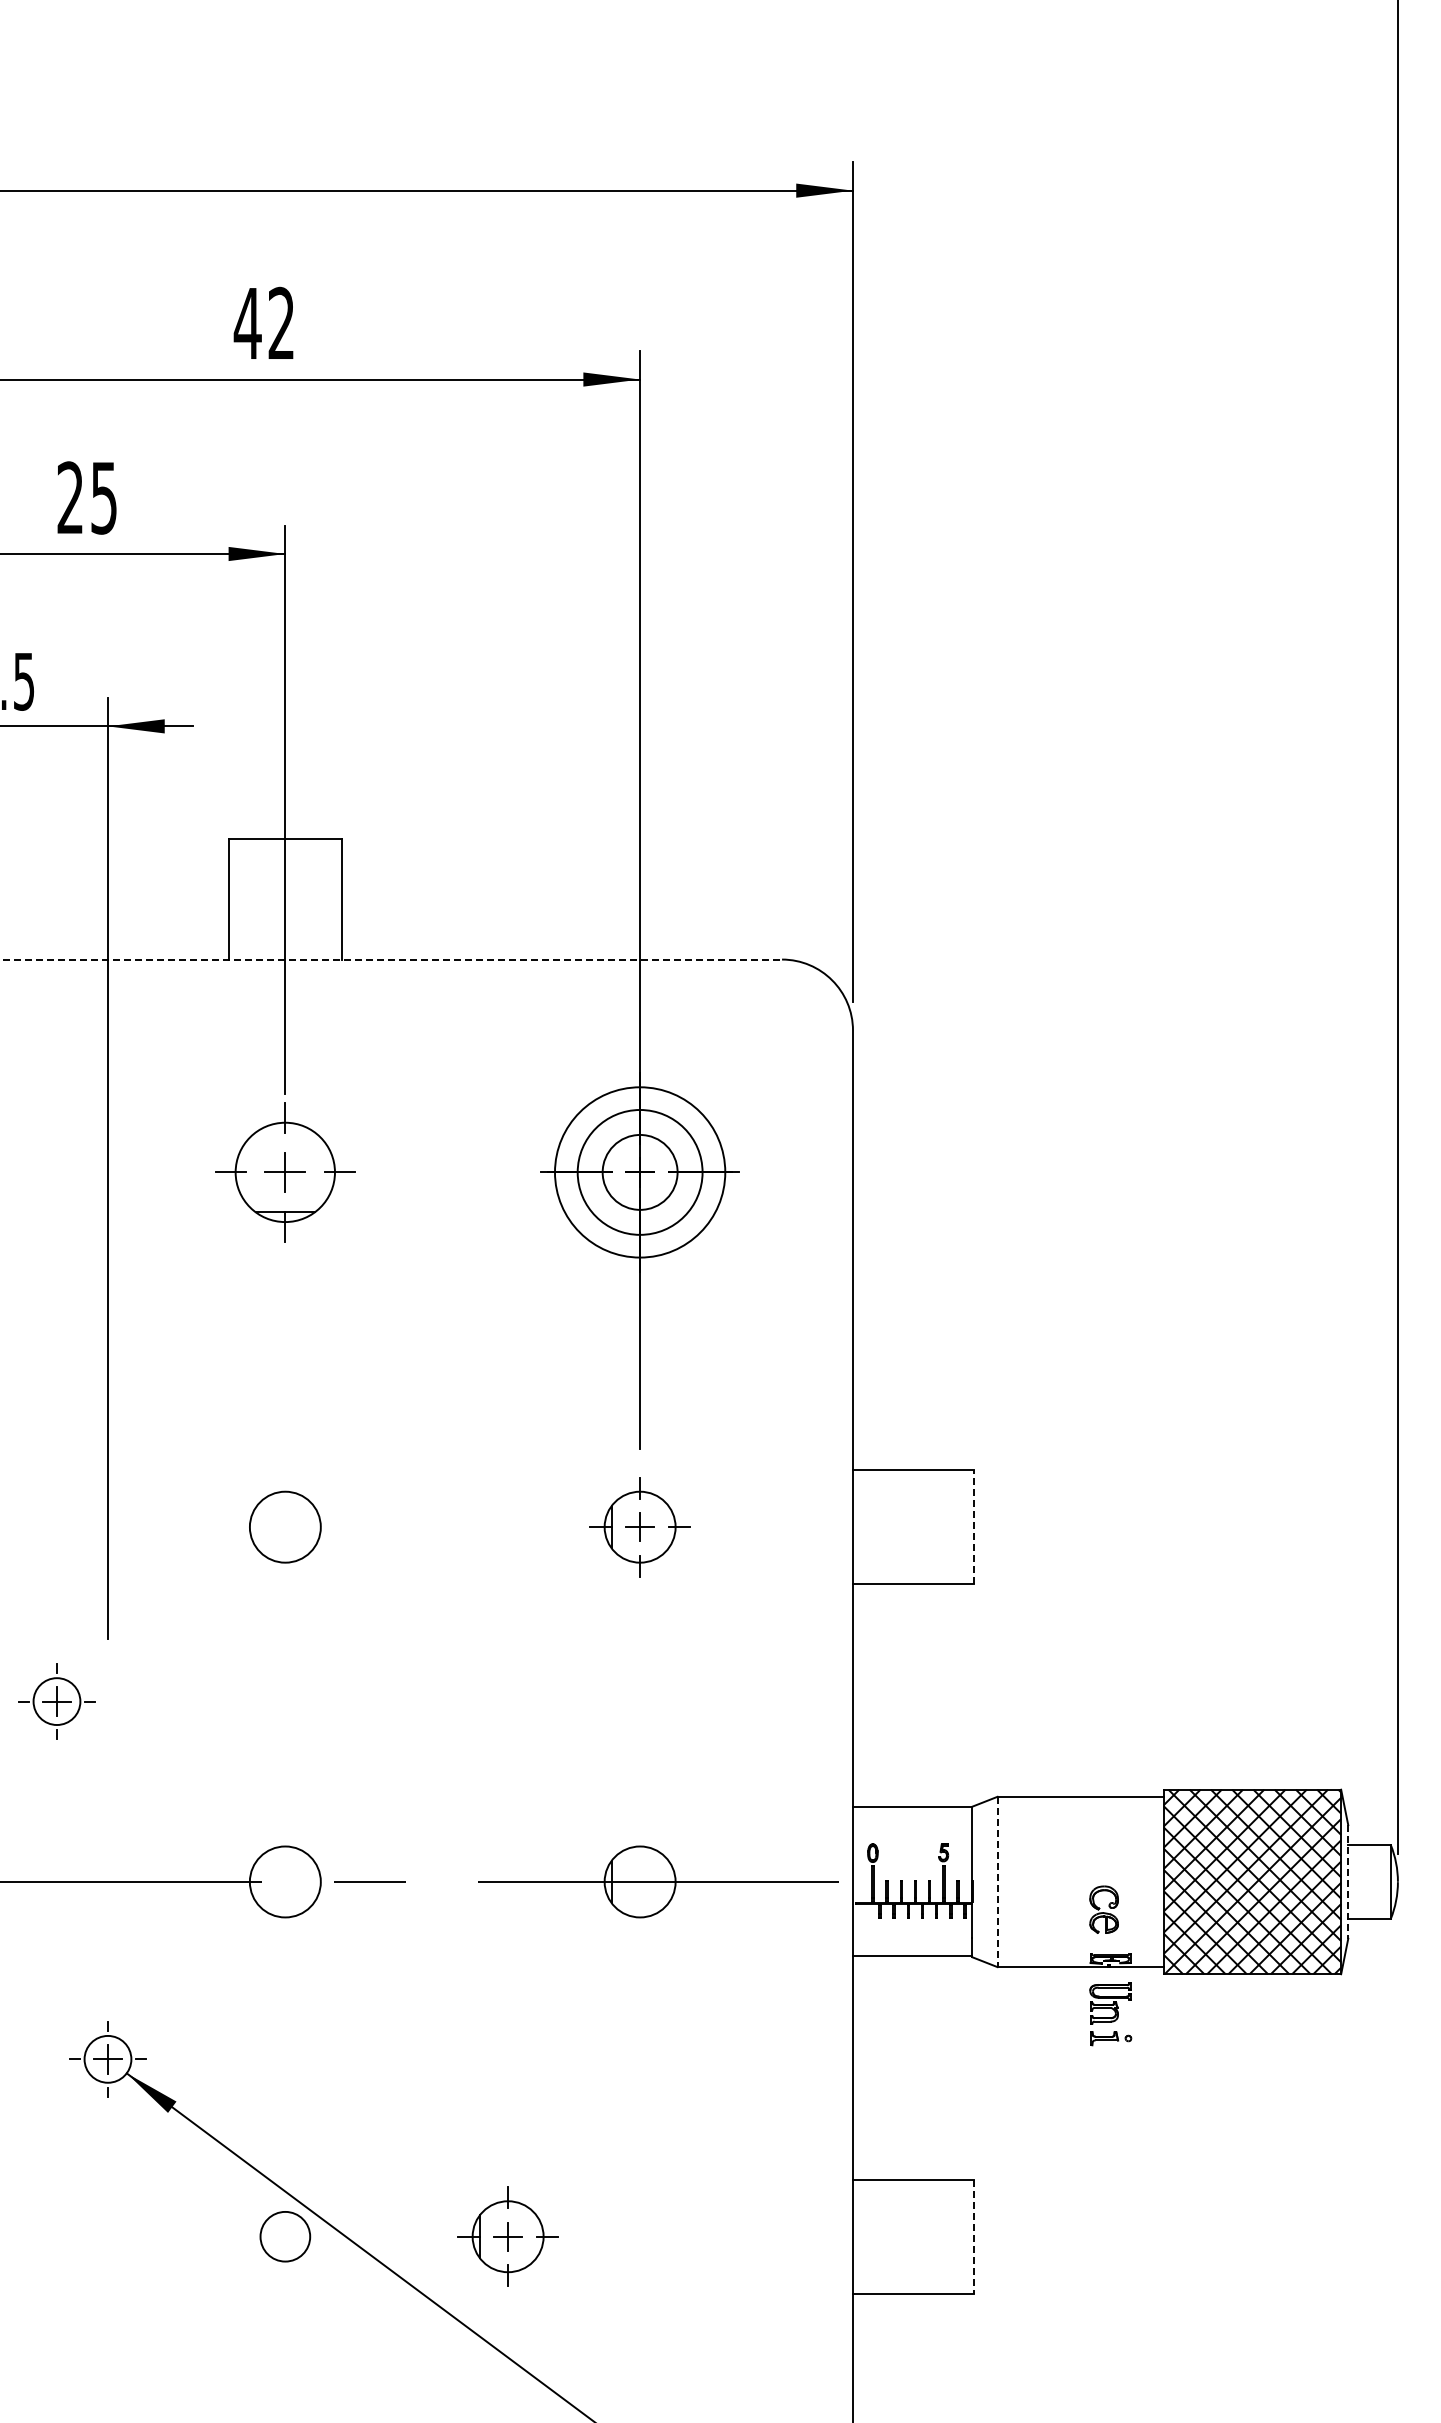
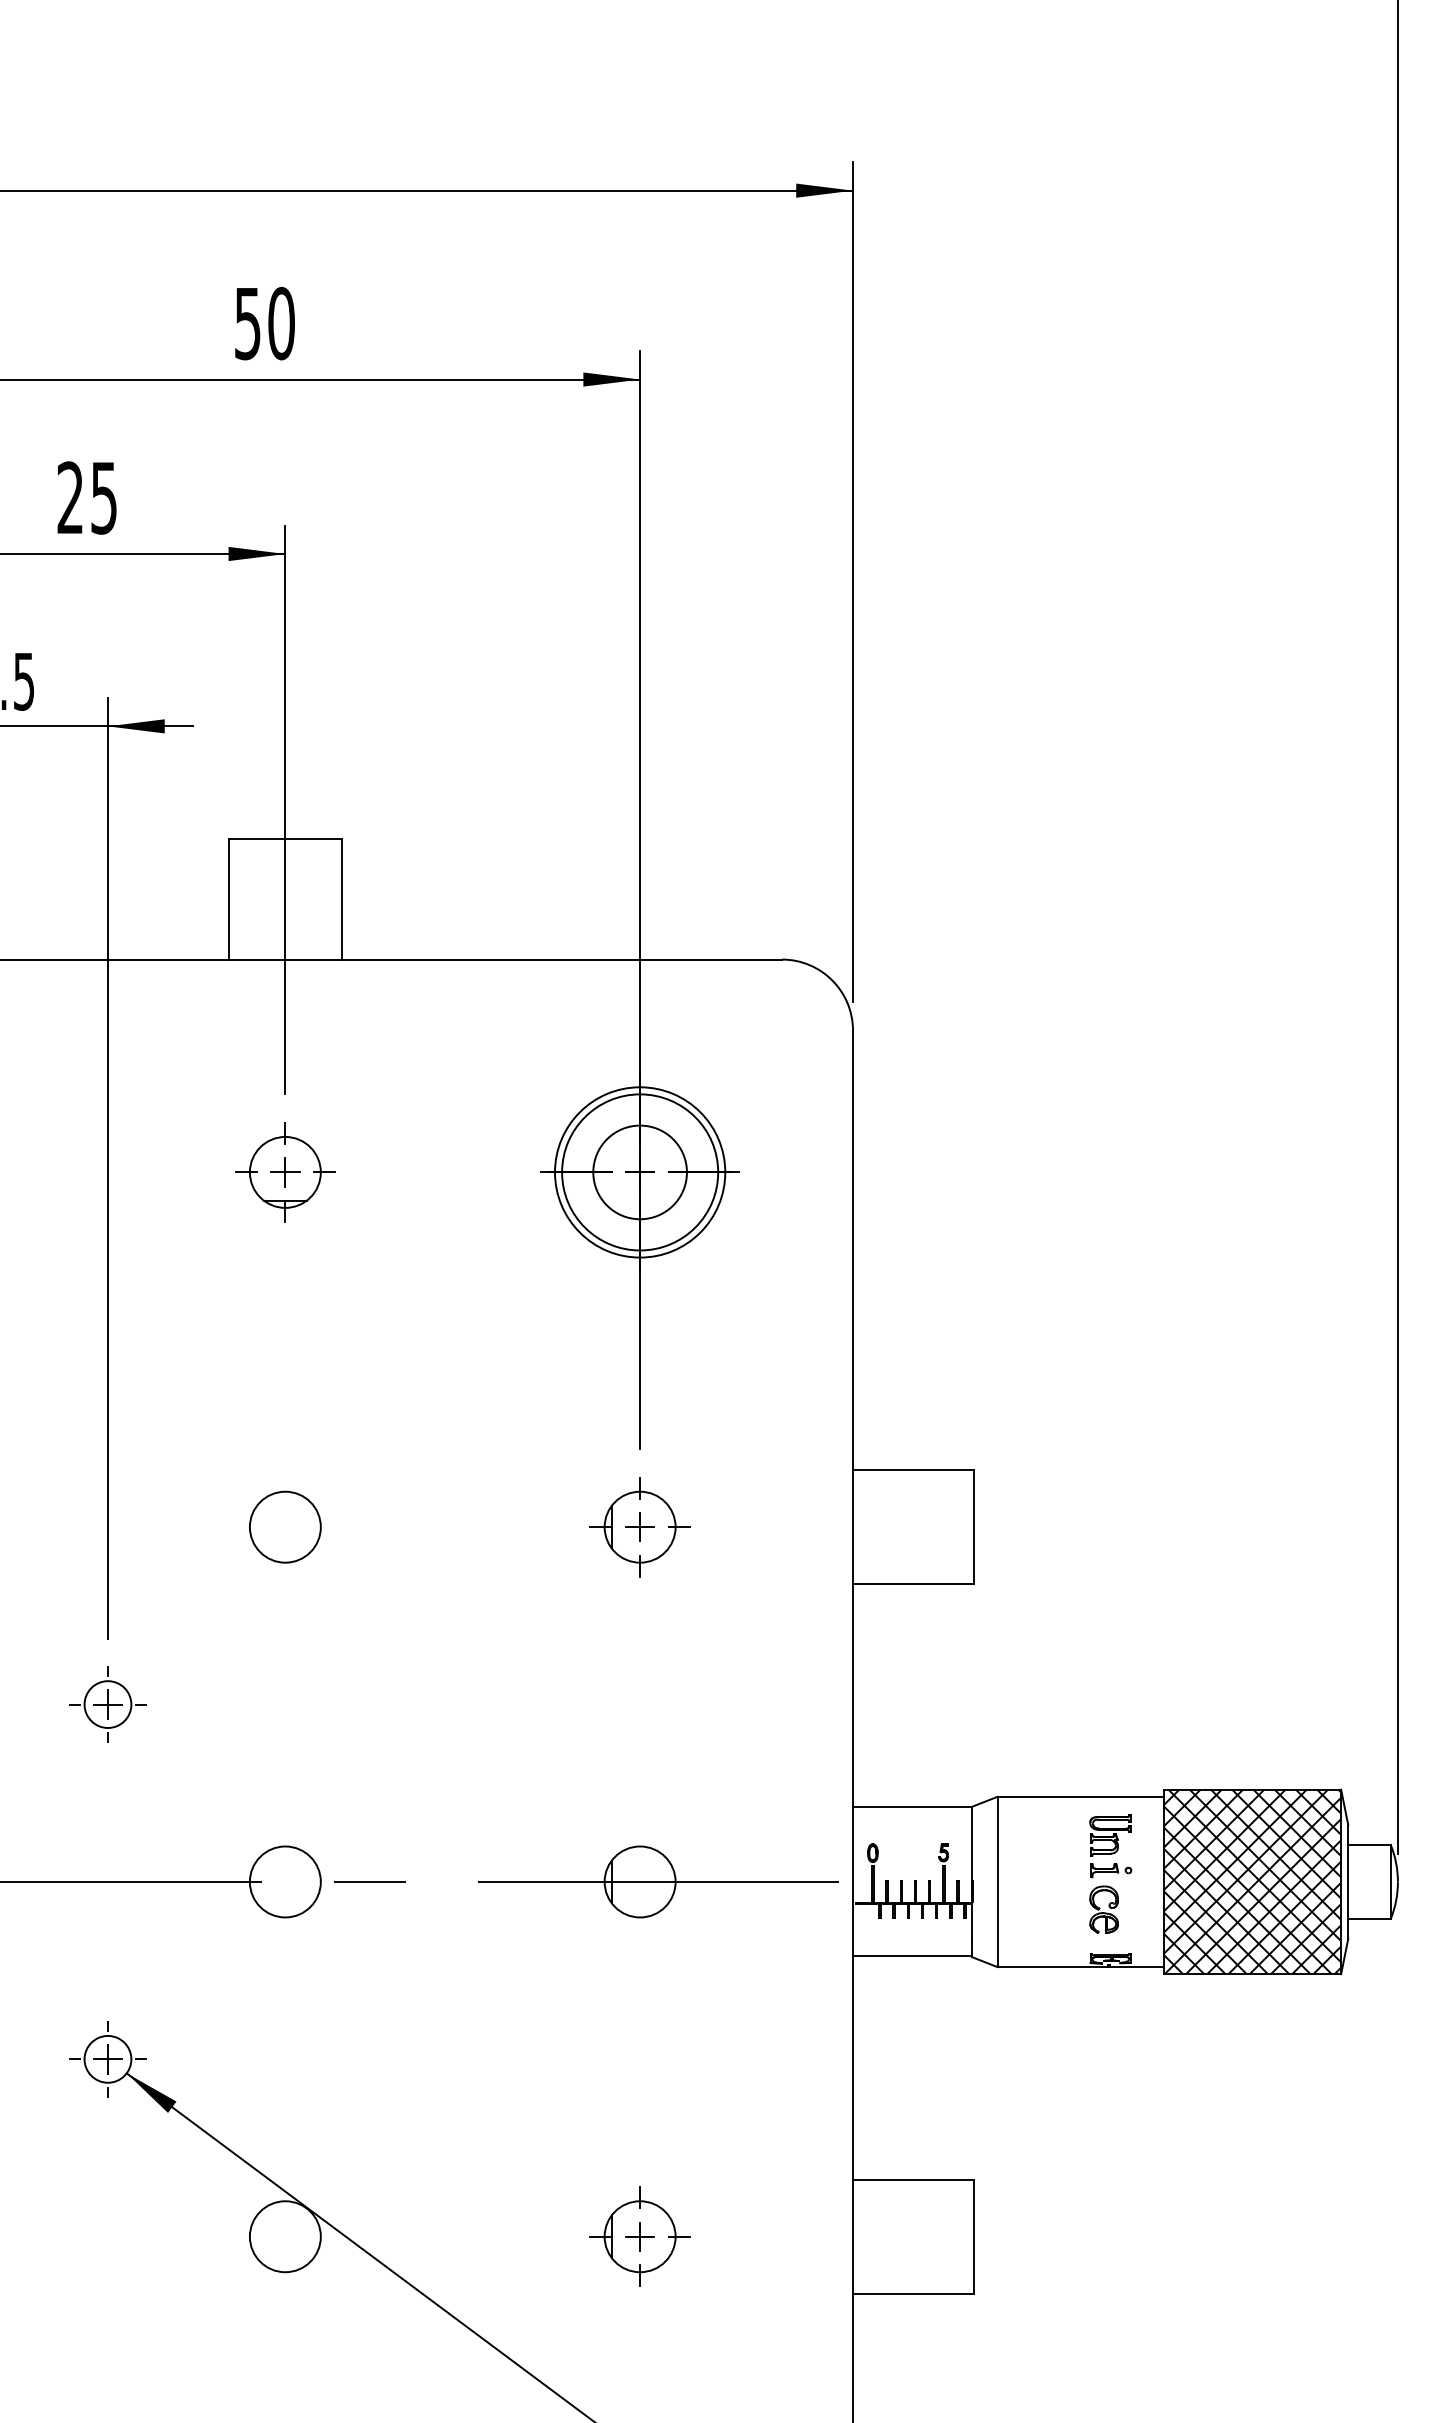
text at (263, 323): 42 -> 50
line at (391, 959): dashed -> solid
circle at (639, 1171) diameter: 125 px -> 156 px
circle at (639, 1171) diameter: 75 px -> 94 px
part at (285, 1172) size: 141x141 px -> 101x101 px
line at (973, 1527): dashed -> solid
part at (56, 1701) position: (56, 1701) -> (107, 1704)
line at (1348, 1881): dashed -> solid
line at (997, 1882): dashed -> solid
part at (1110, 2014) position: (1110, 2014) -> (1110, 1846)
circle at (285, 2236) diameter: 50 px -> 71 px
part at (507, 2236) position: (507, 2236) -> (639, 2236)
line at (973, 2236): dashed -> solid
